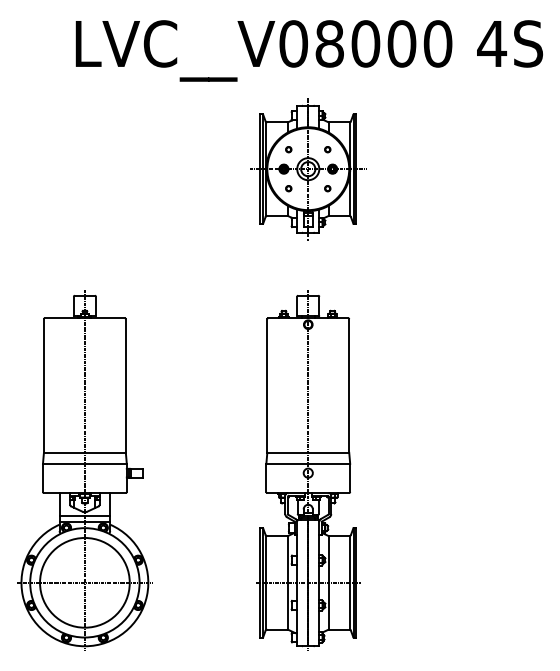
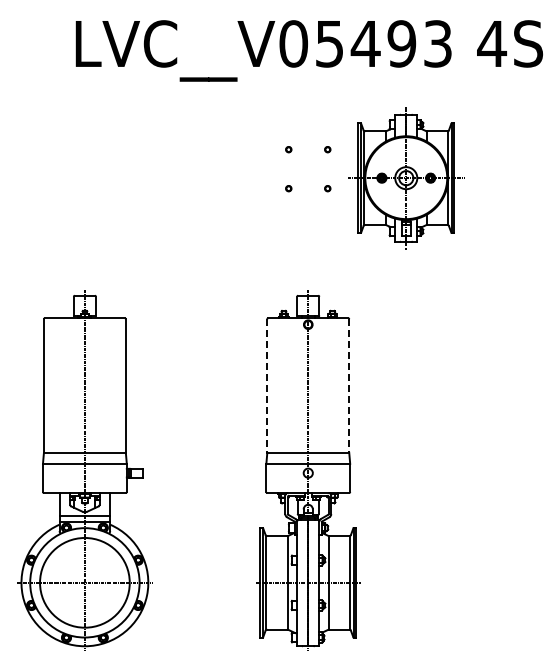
text at (383, 43): LVC__V08000 -> LVC__V05493
part at (308, 169) position: (308, 169) -> (406, 178)
line at (267, 386): solid -> dashed
line at (349, 386): solid -> dashed
